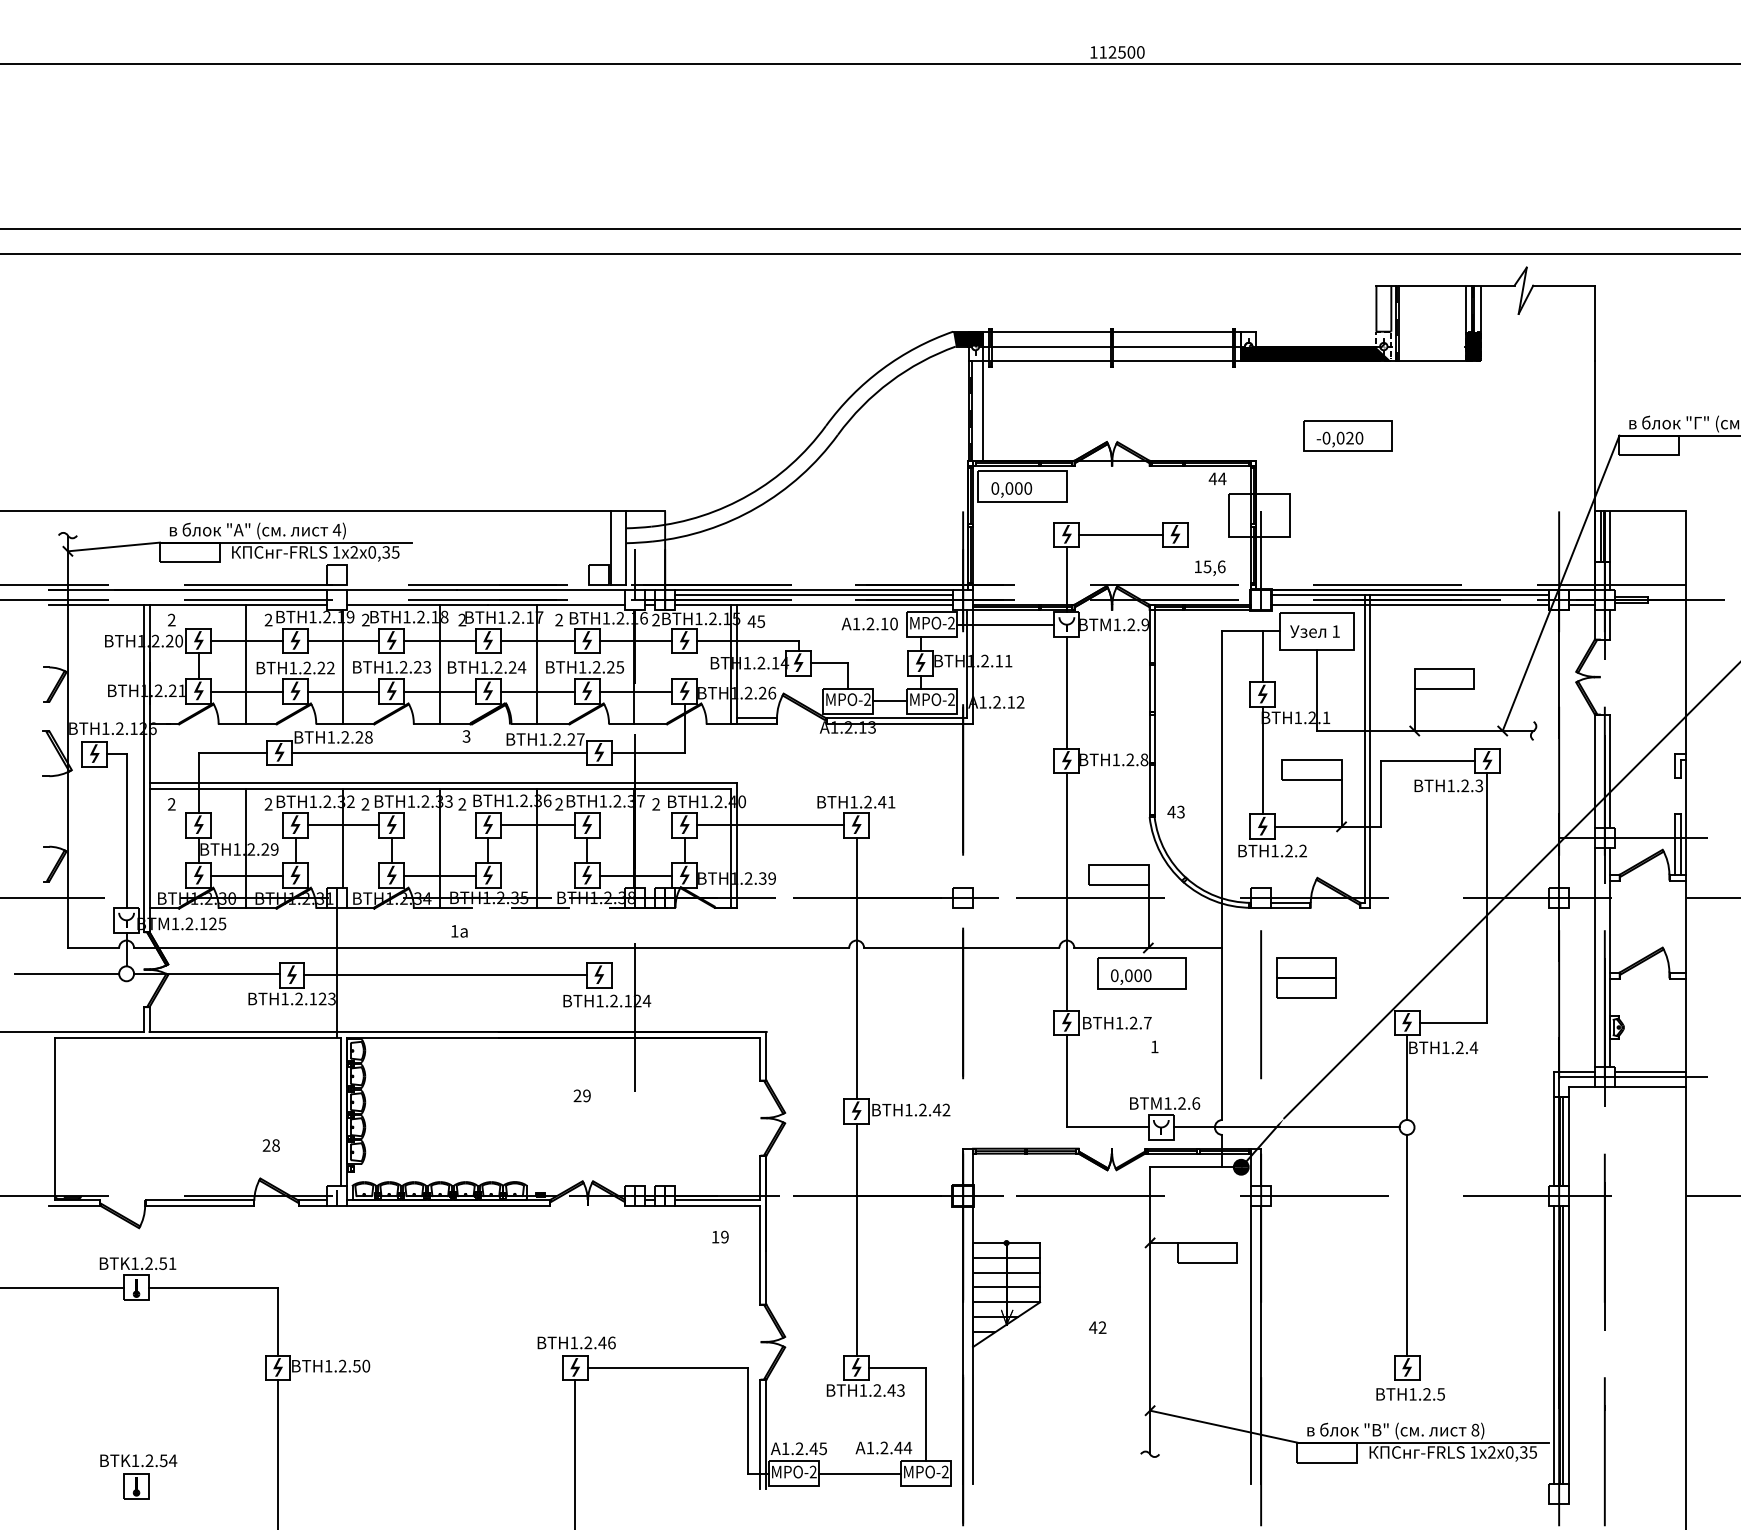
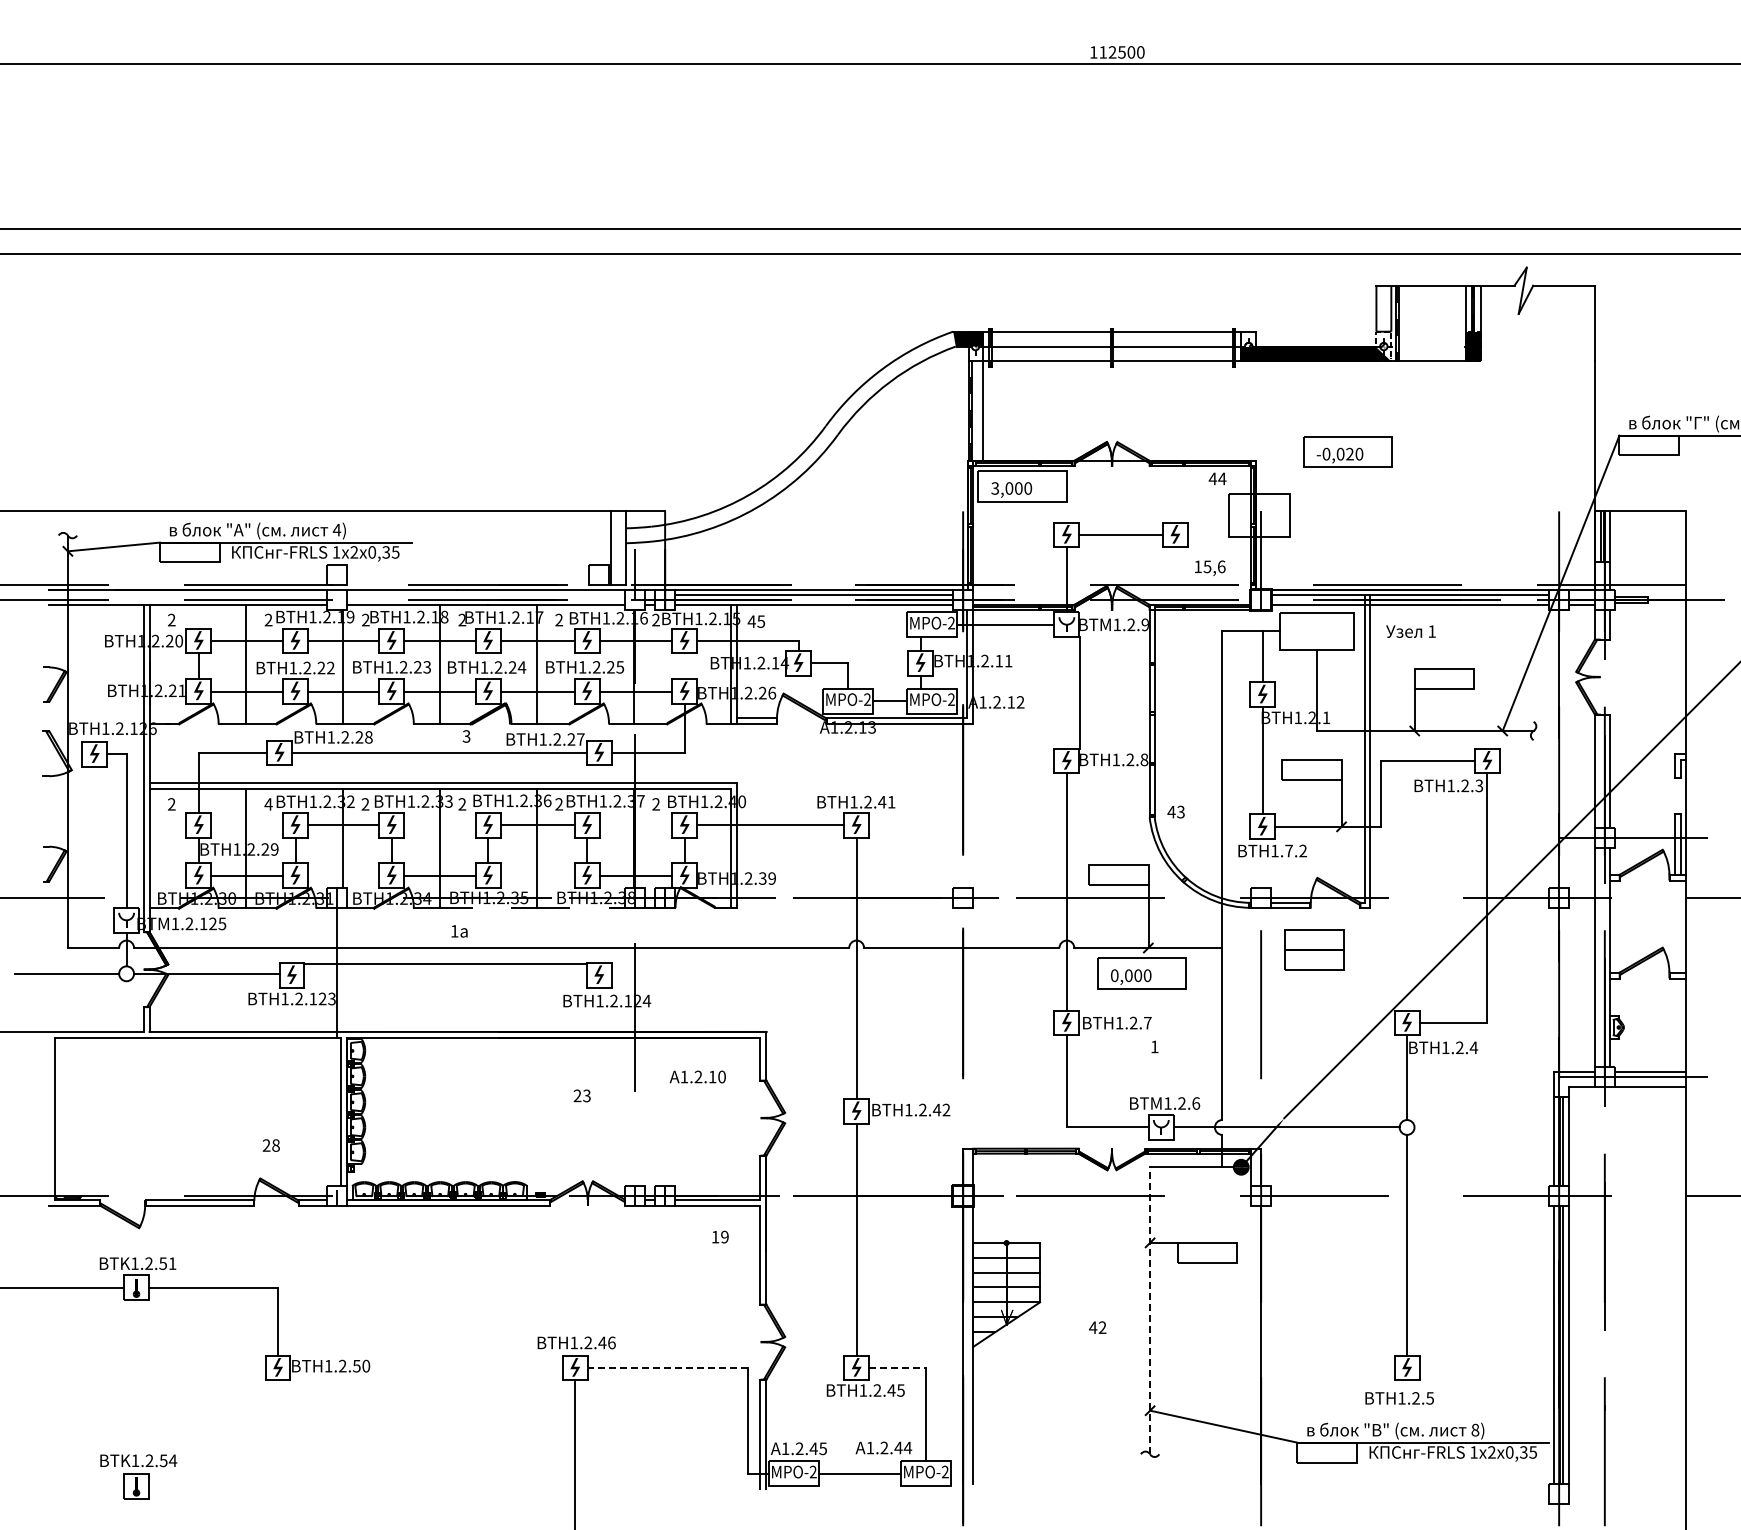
part at (1347, 435) position: (1347, 435) -> (1347, 451)
text at (995, 488): 0,000 -> 3,000
text at (869, 623) position: (869, 623) -> (697, 1076)
text at (1314, 631) position: (1314, 631) -> (1410, 631)
line at (1066, 692) position: (1066, 692) -> (1079, 692)
text at (268, 804): 2 -> 4
text at (1288, 850): BTH1.2.2 -> BTH1.7.2
line at (445, 975) position: (445, 975) -> (445, 964)
part at (1306, 977) position: (1306, 977) -> (1314, 949)
text at (586, 1095): 29 -> 23
line at (1150, 1310): solid -> dashed
line at (1251, 1344): present -> none
line at (667, 1368): solid -> dashed
line at (897, 1368): solid -> dashed
text at (900, 1389): BTH1.2.43 -> BTH1.2.45
text at (1410, 1394) position: (1410, 1394) -> (1399, 1398)
line at (278, 1453): present -> none
